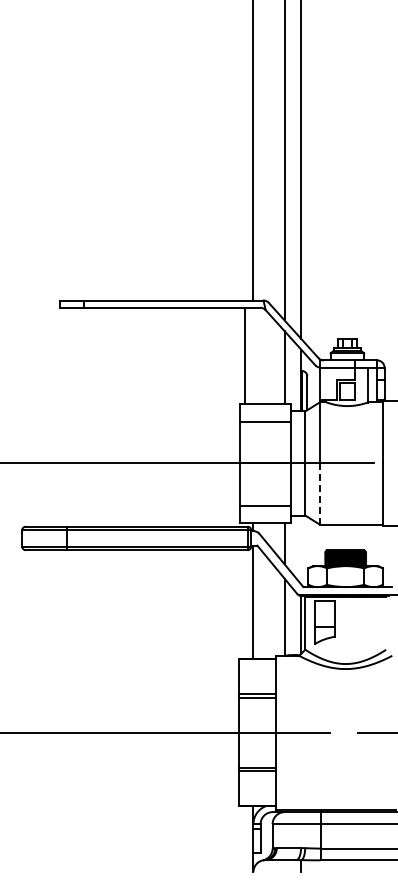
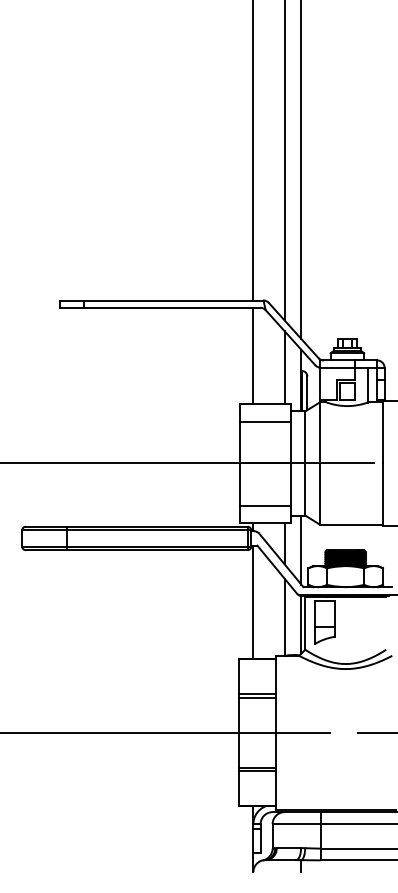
line at (245, 355) position: (245, 355) -> (253, 355)
line at (319, 494): dashed -> solid
line at (301, 549): none -> present
